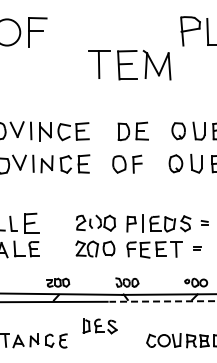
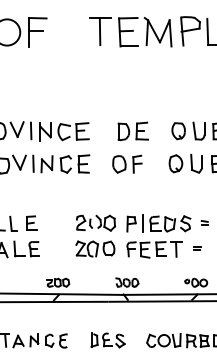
part at (129, 65) position: (129, 65) -> (130, 32)
part at (31, 222) size: 16x22 px -> 12x16 px
line at (162, 301): dashed -> solid
part at (99, 326) position: (99, 326) -> (107, 340)
